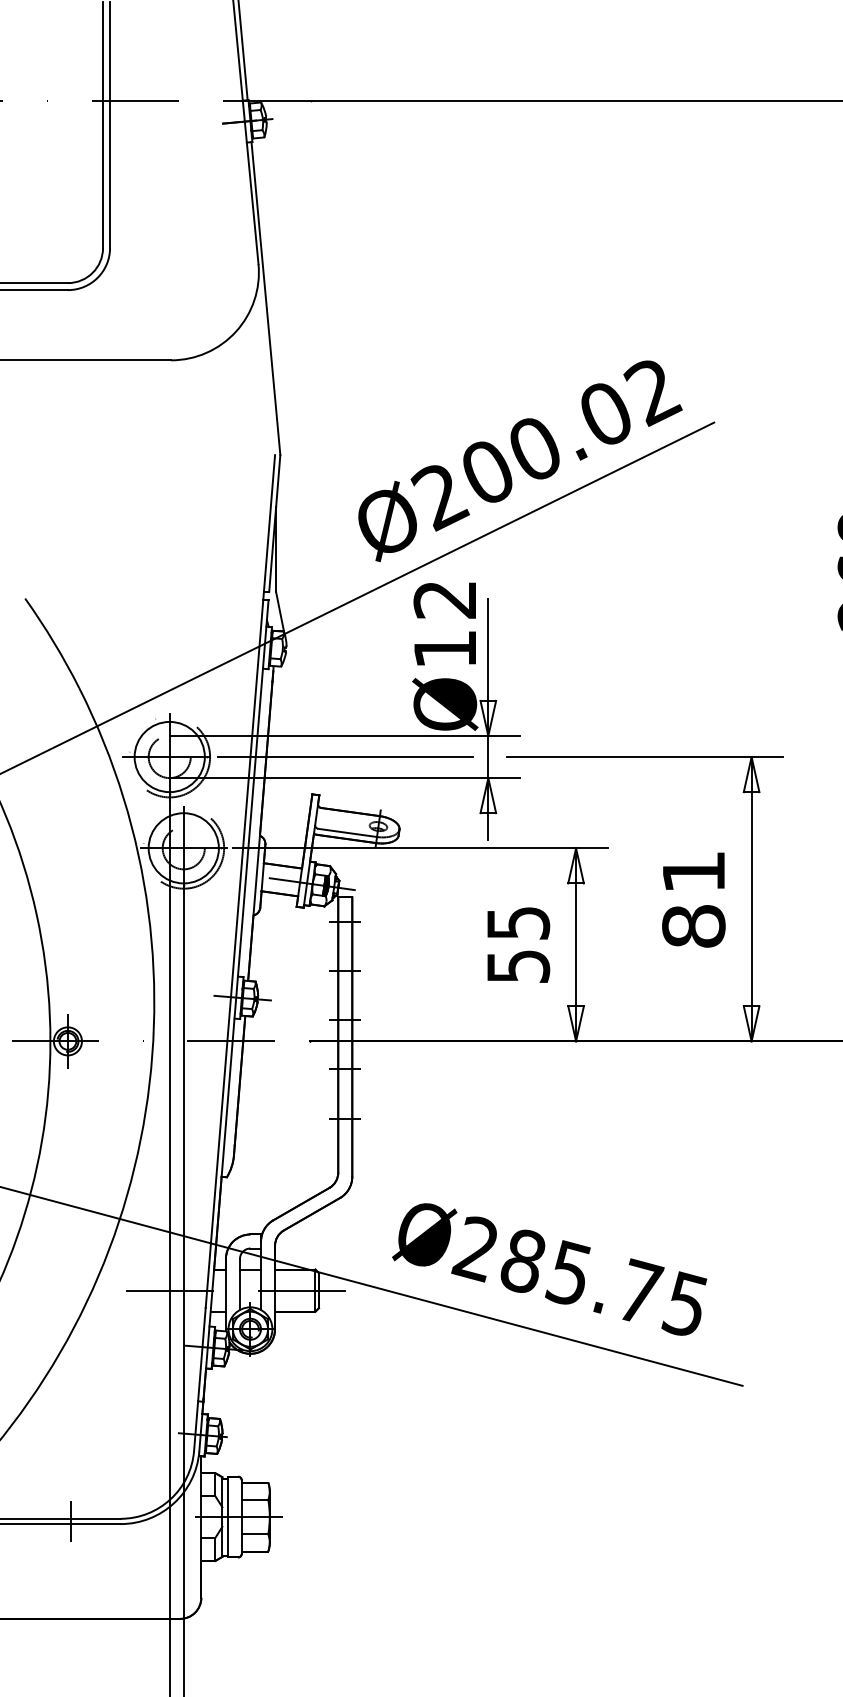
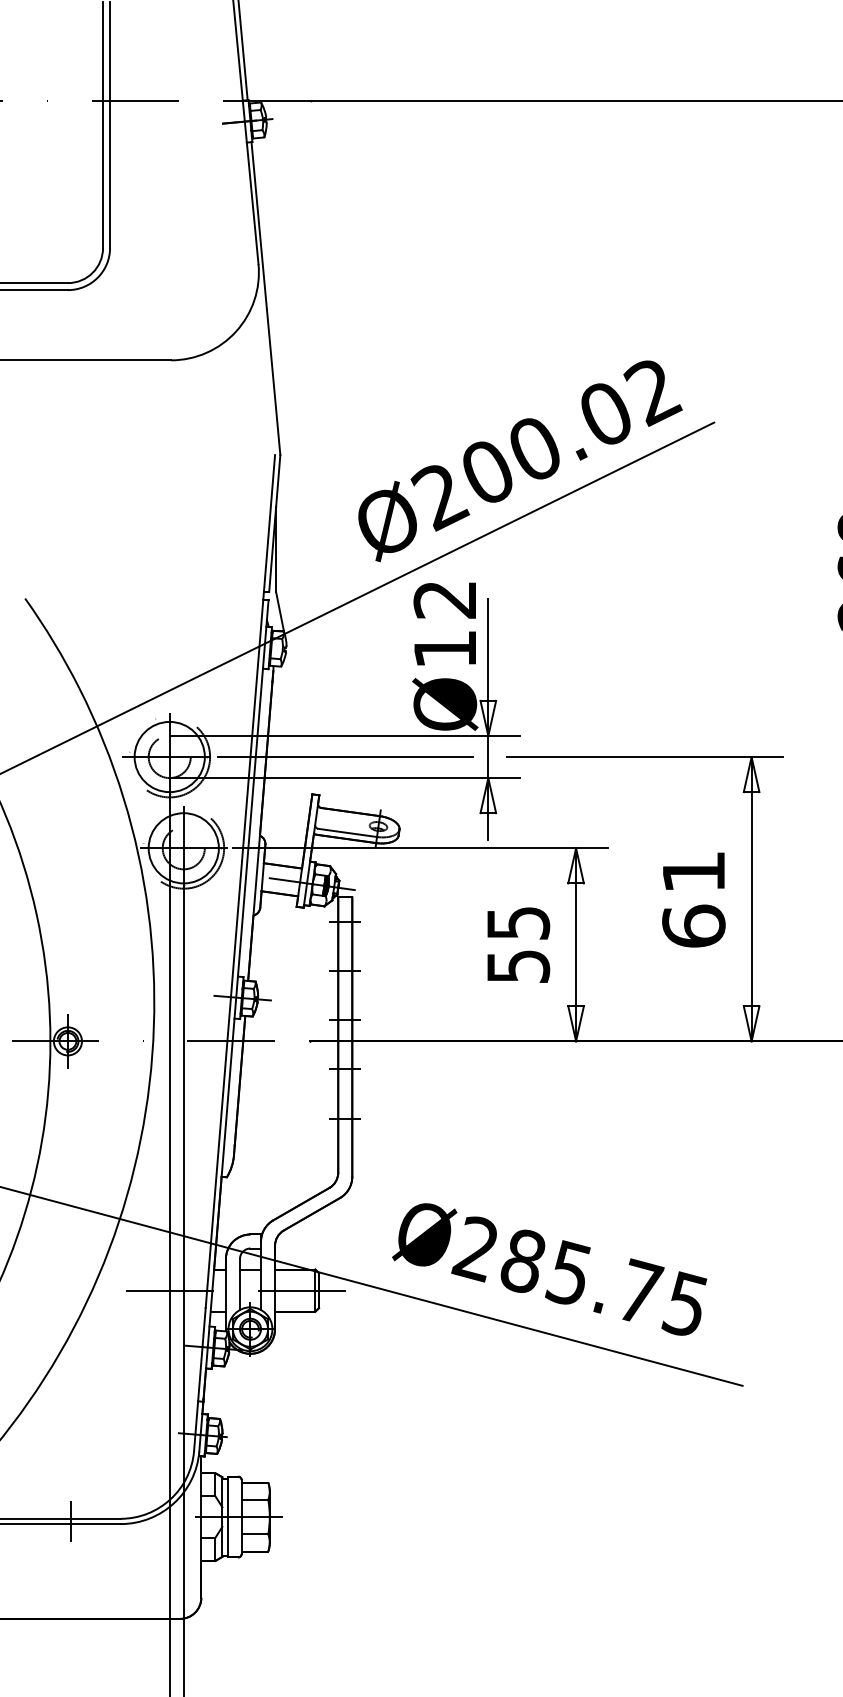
text at (693, 925): 81 -> 61
